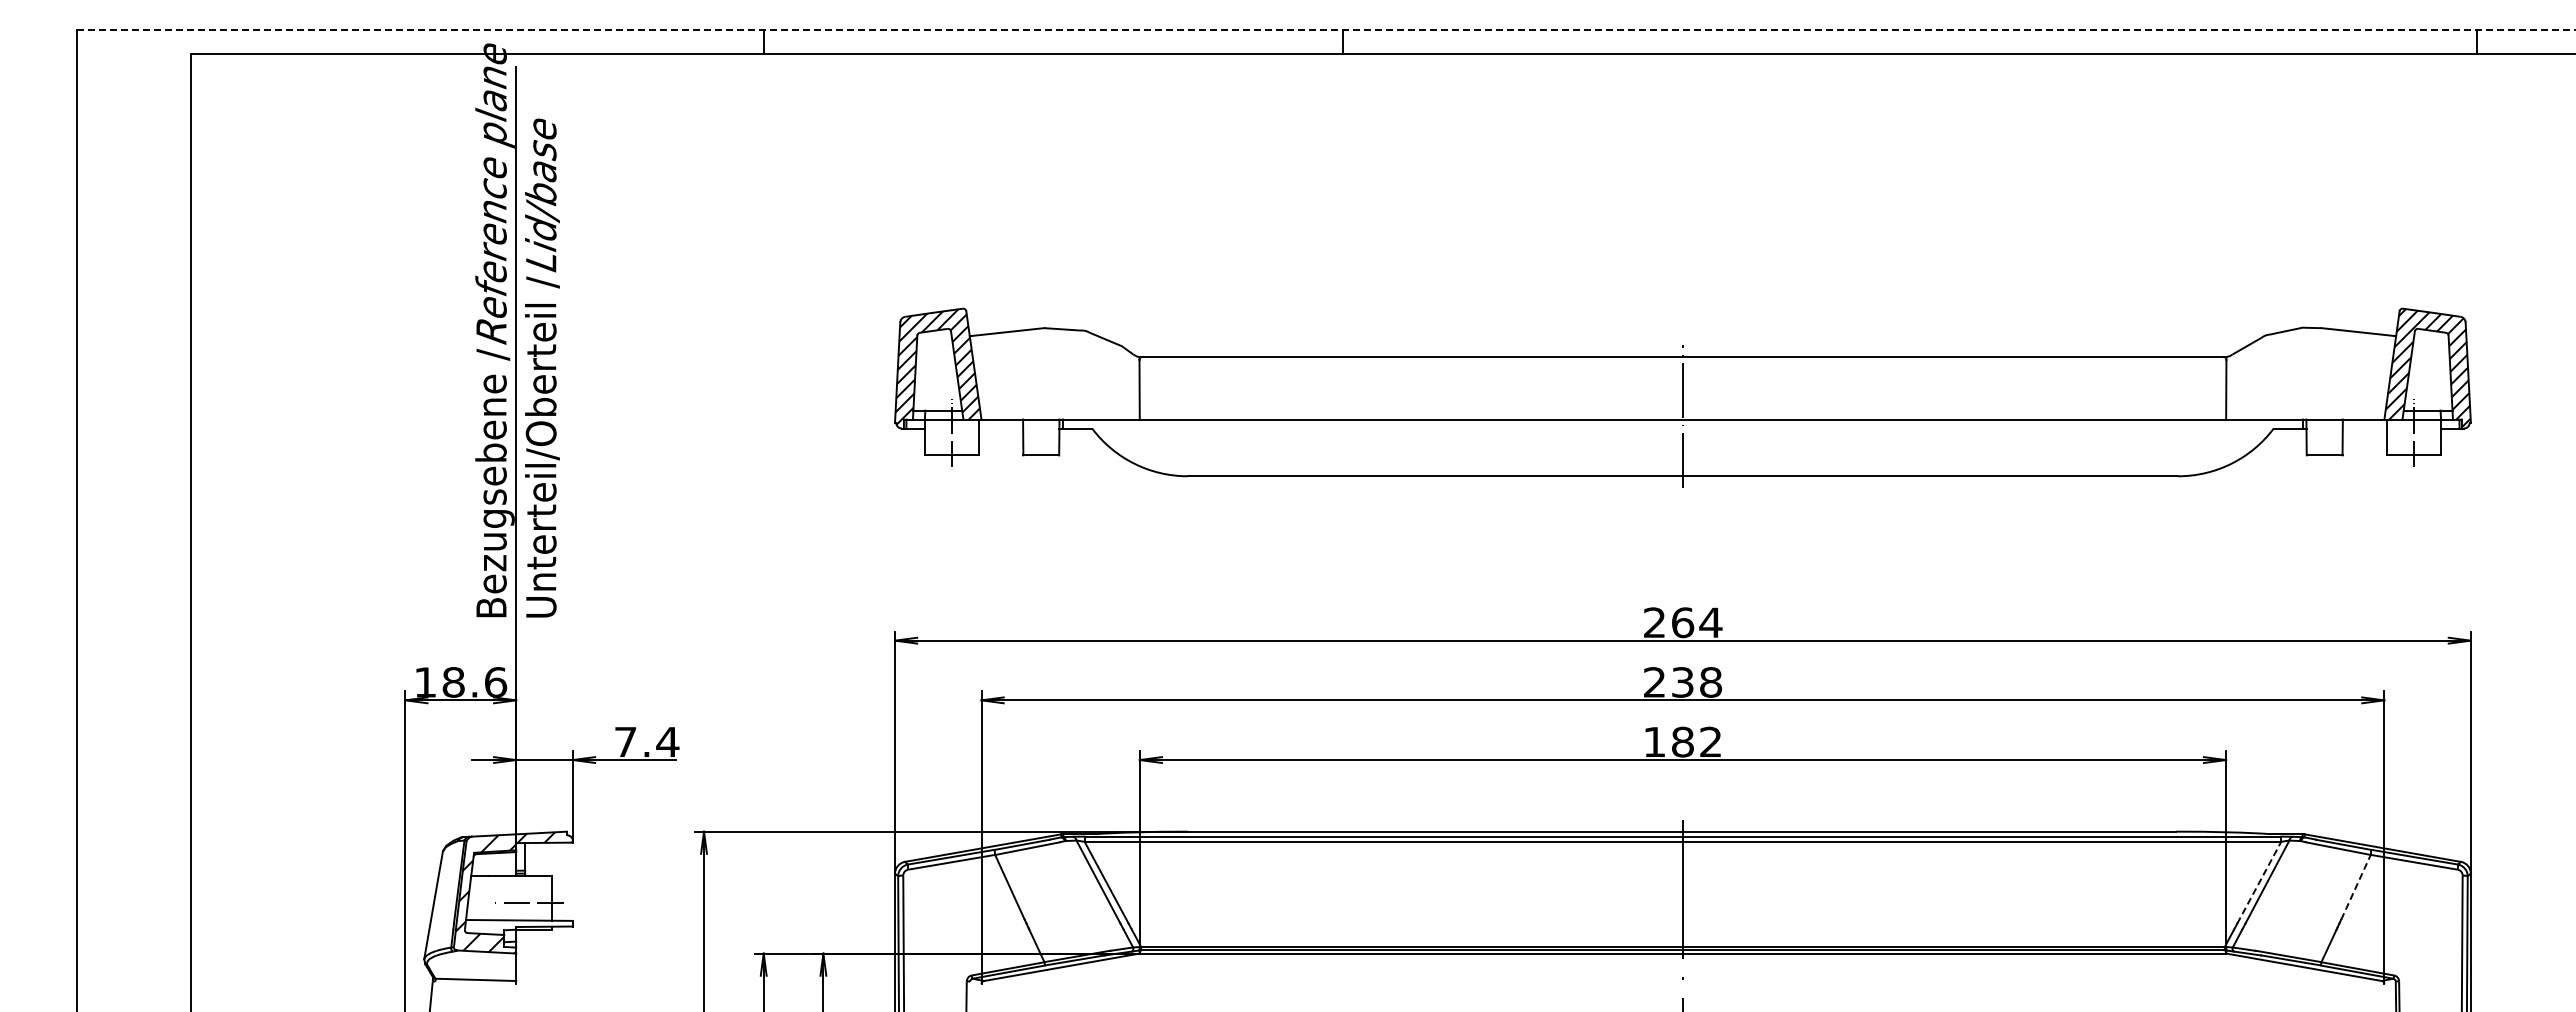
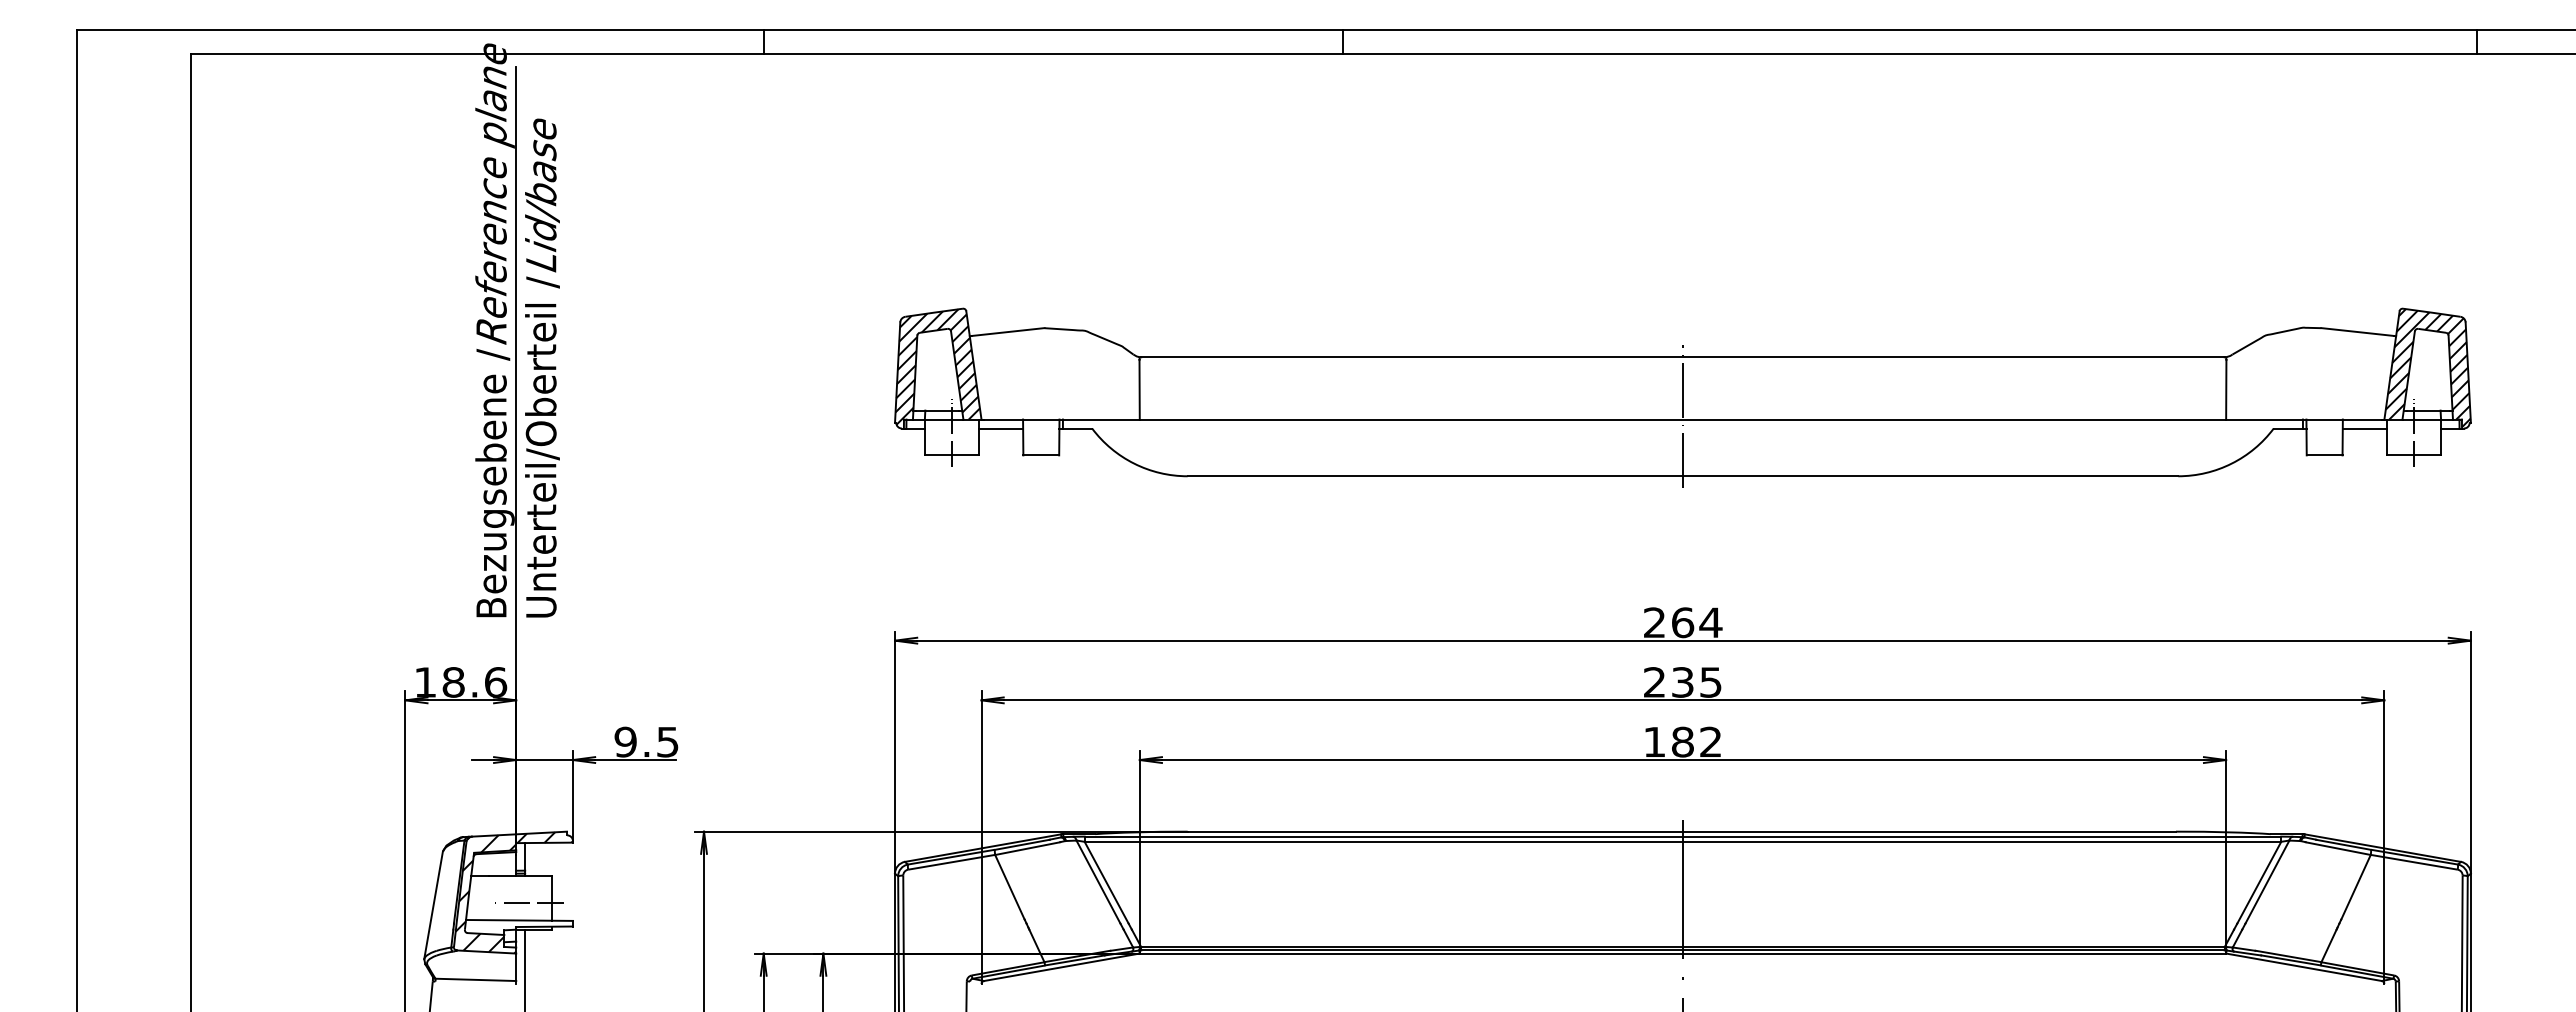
line at (1326, 30): dashed -> solid
line at (1000, 428): none -> present
line at (2364, 428): none -> present
text at (1711, 682): 238 -> 235
text at (646, 741): 7.4 -> 9.5
line at (2259, 882): dashed -> solid
line at (2356, 887): dashed -> solid
line at (525, 968): none -> present
